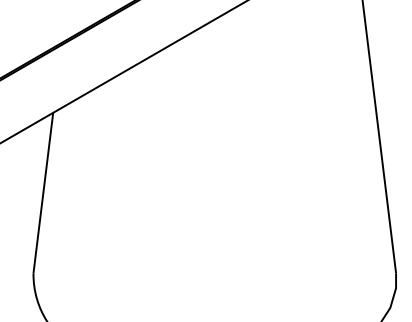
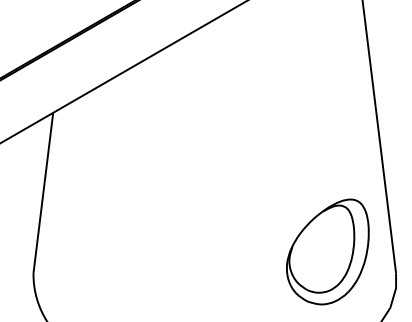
part at (327, 251): none -> present
